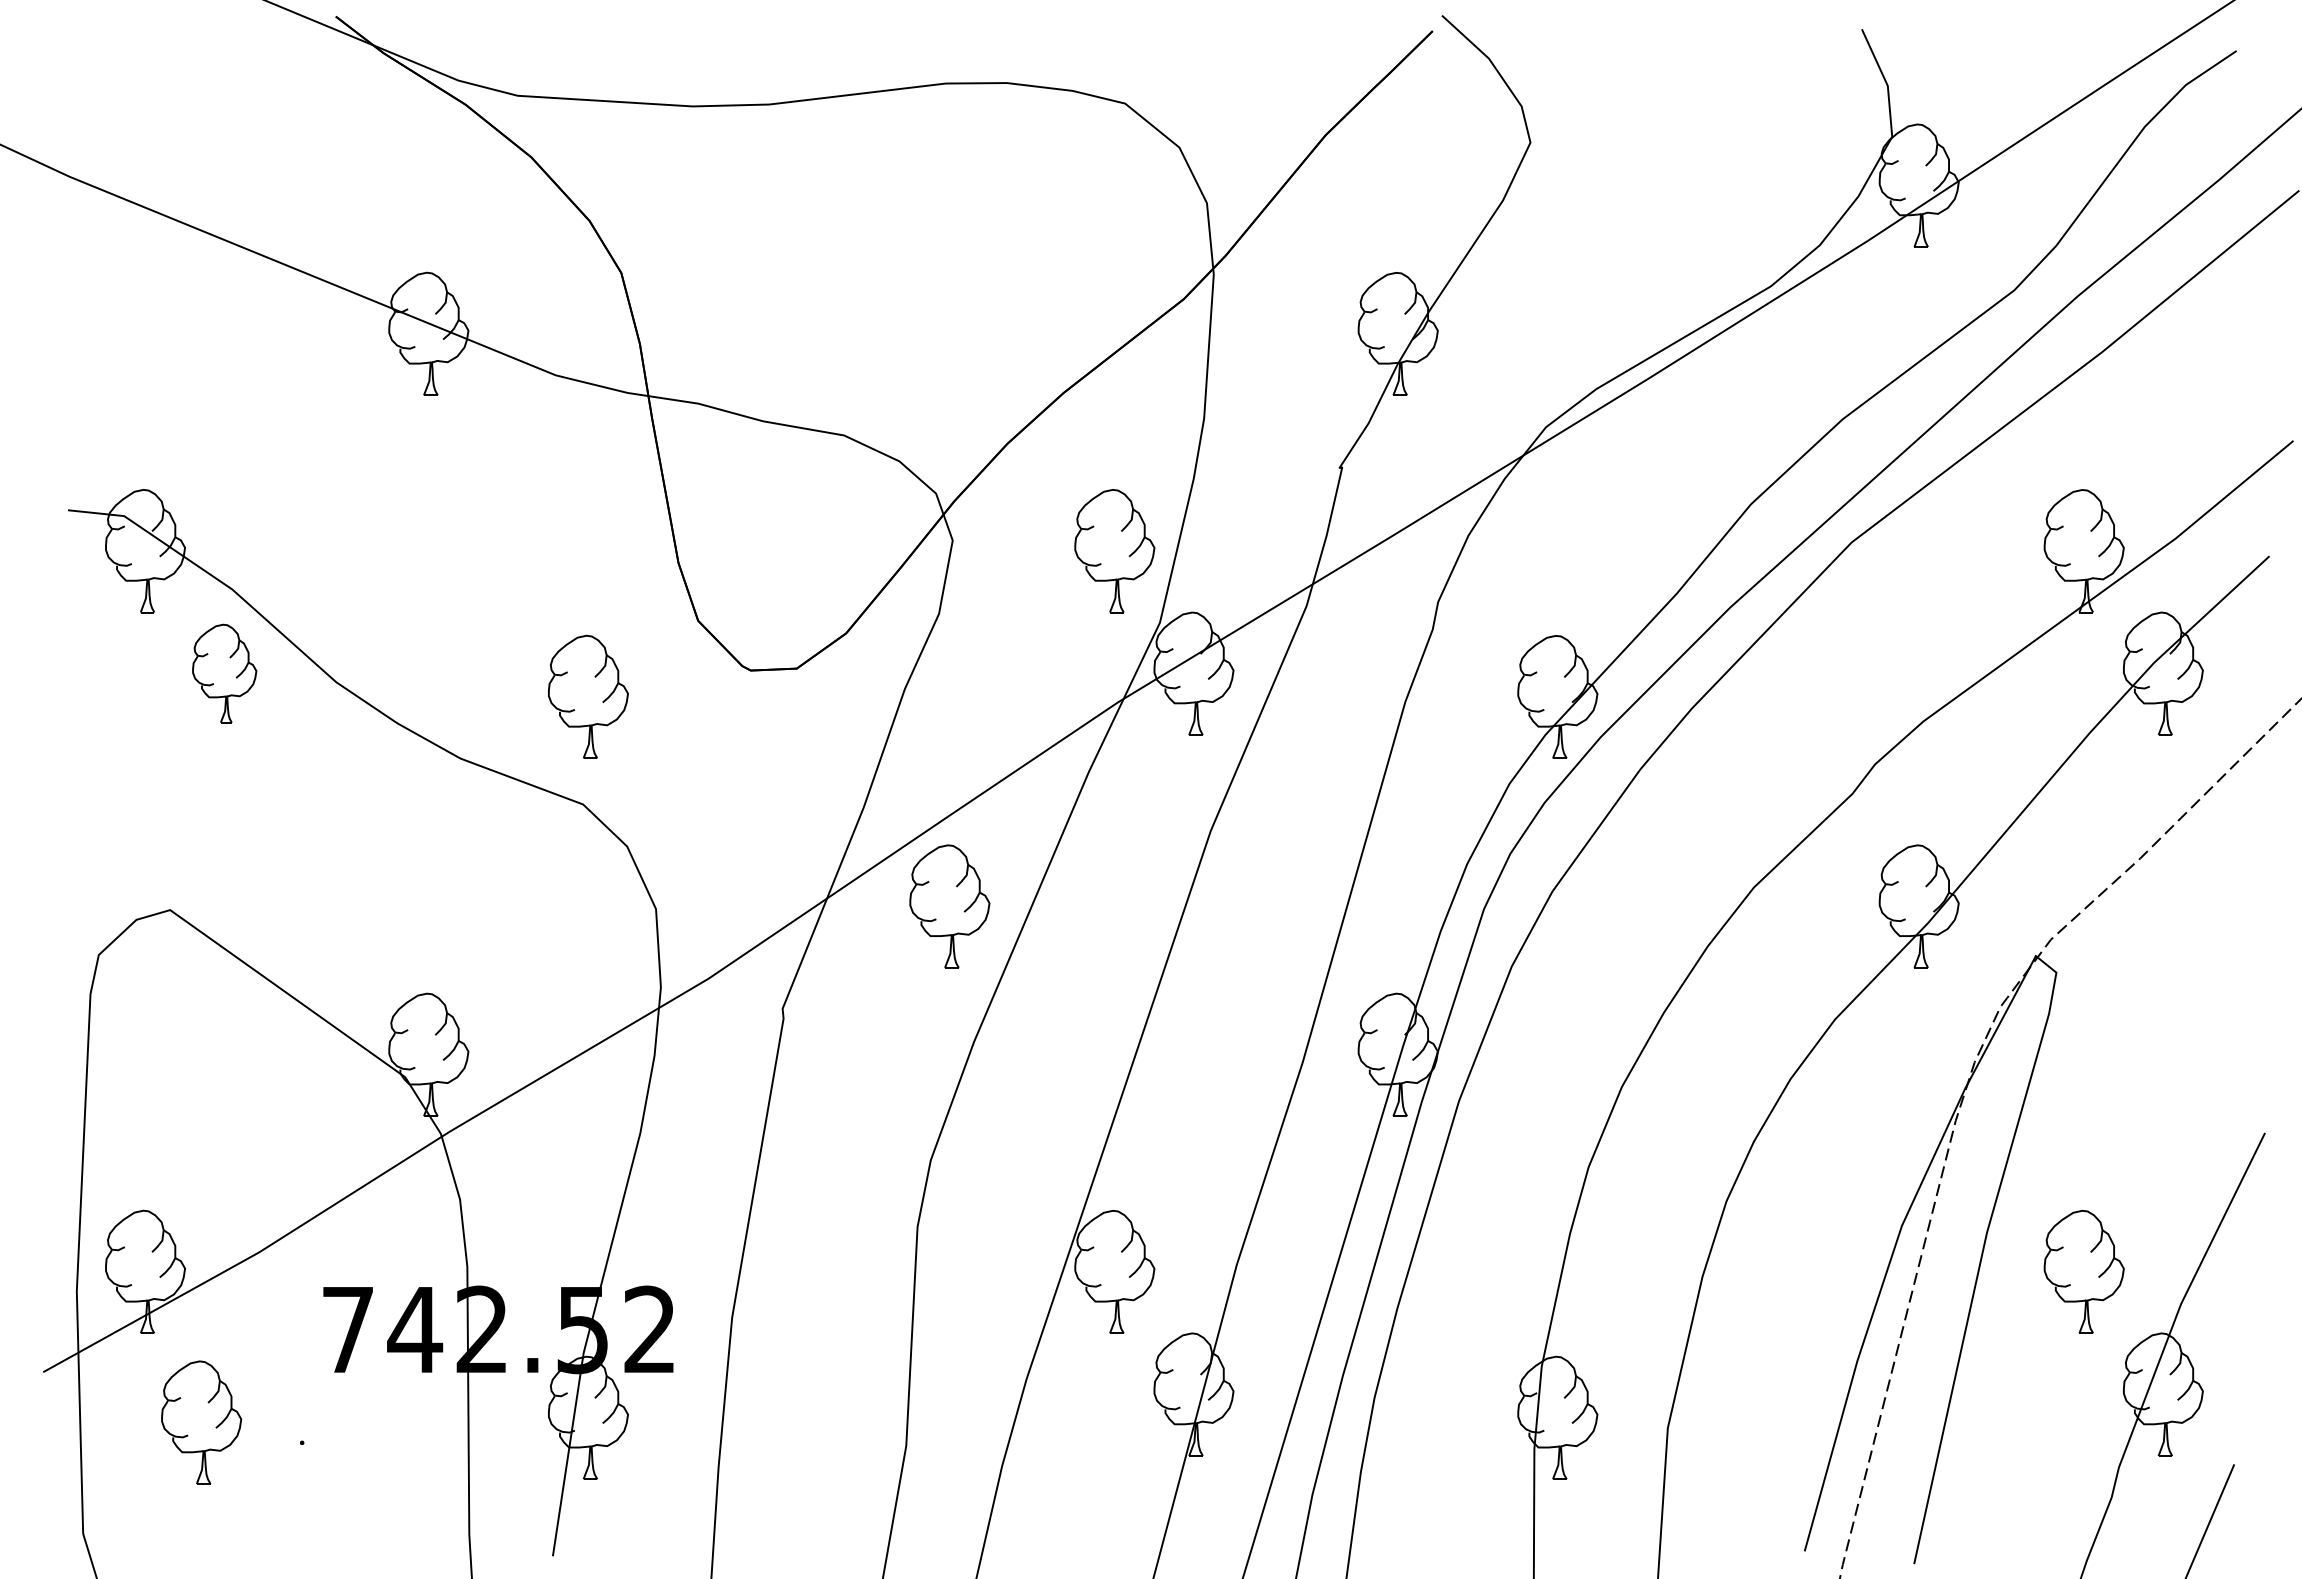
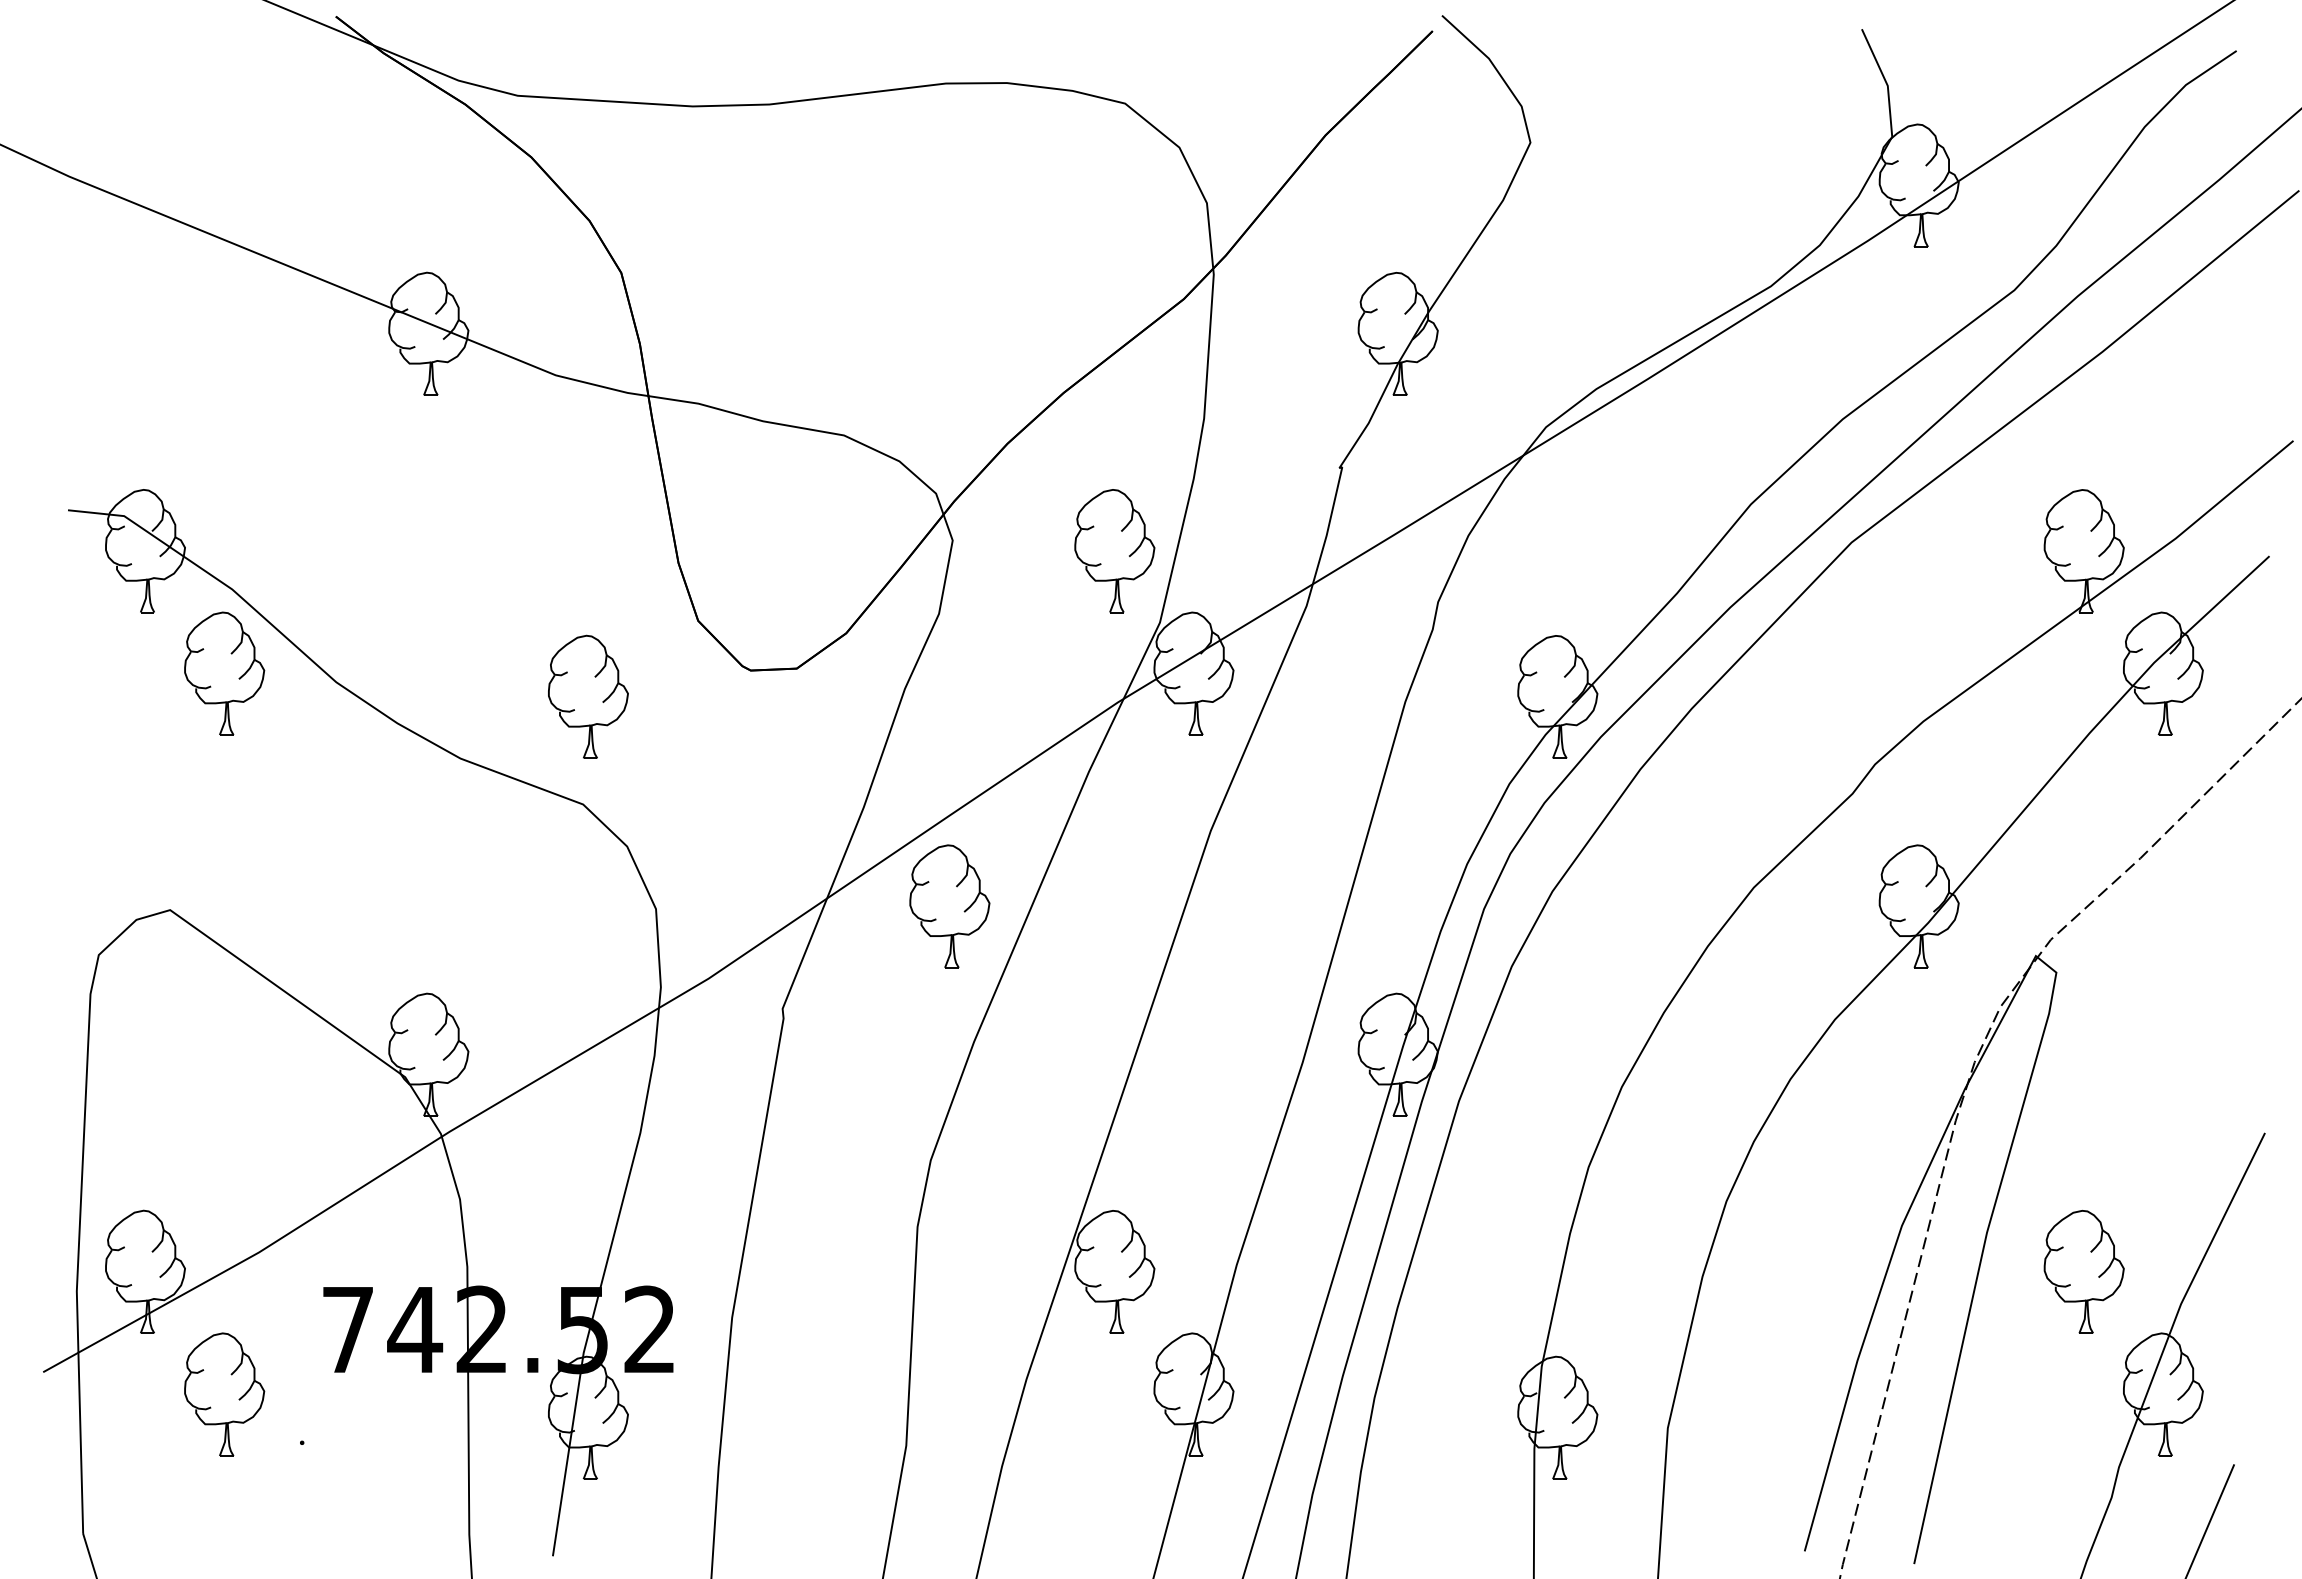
part at (224, 673) size: 66x101 px -> 82x125 px
part at (201, 1422) position: (201, 1422) -> (224, 1394)
